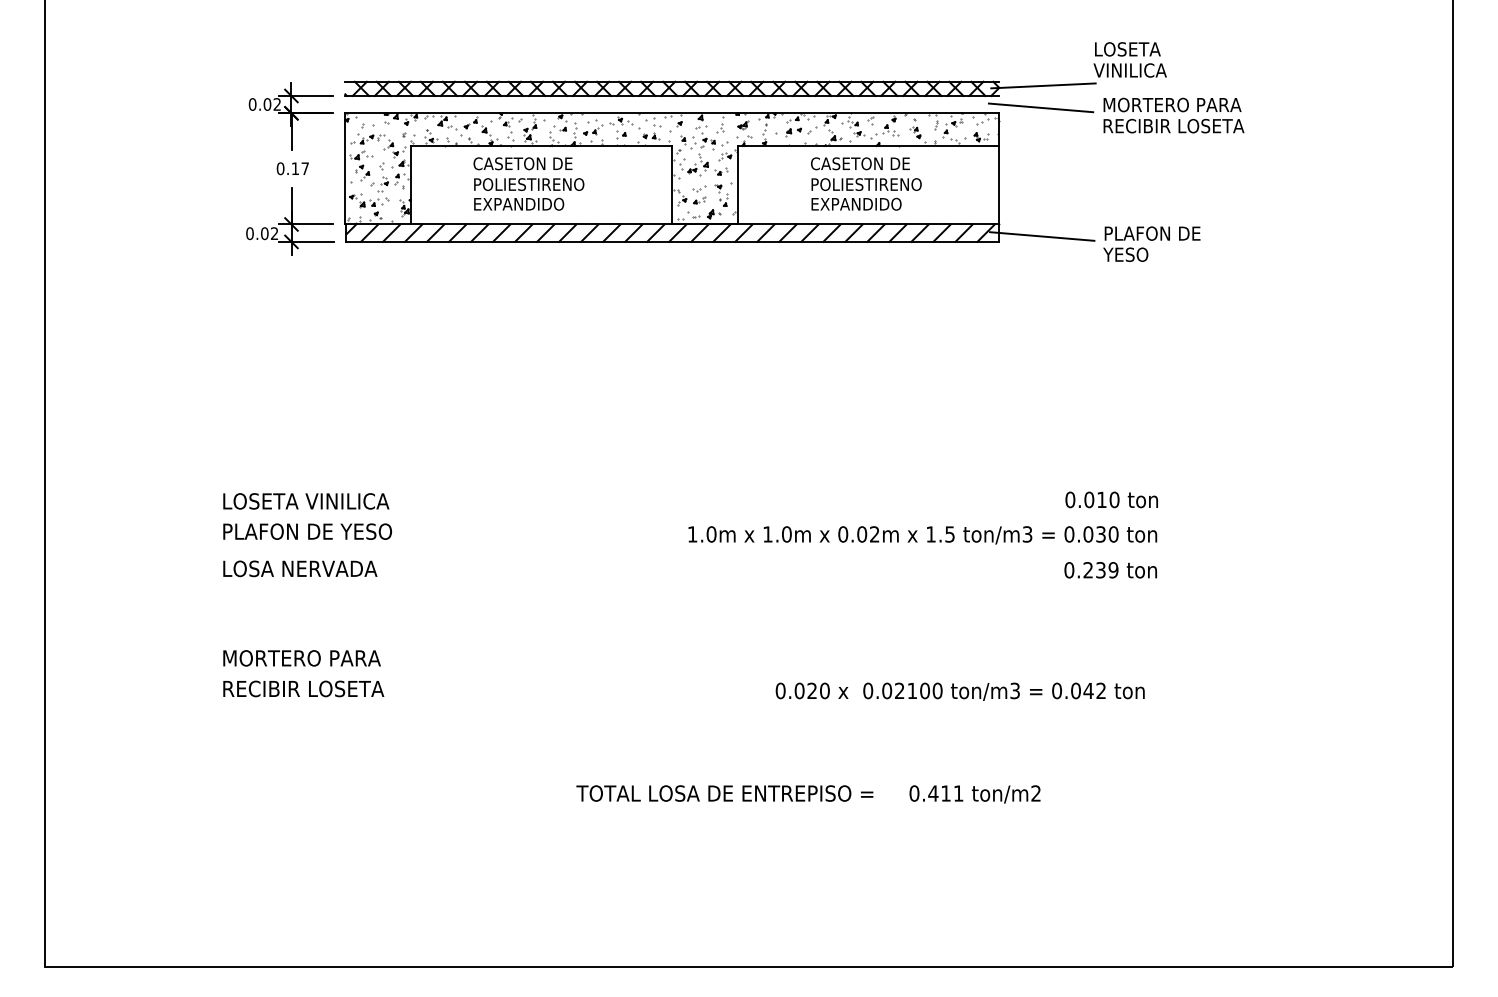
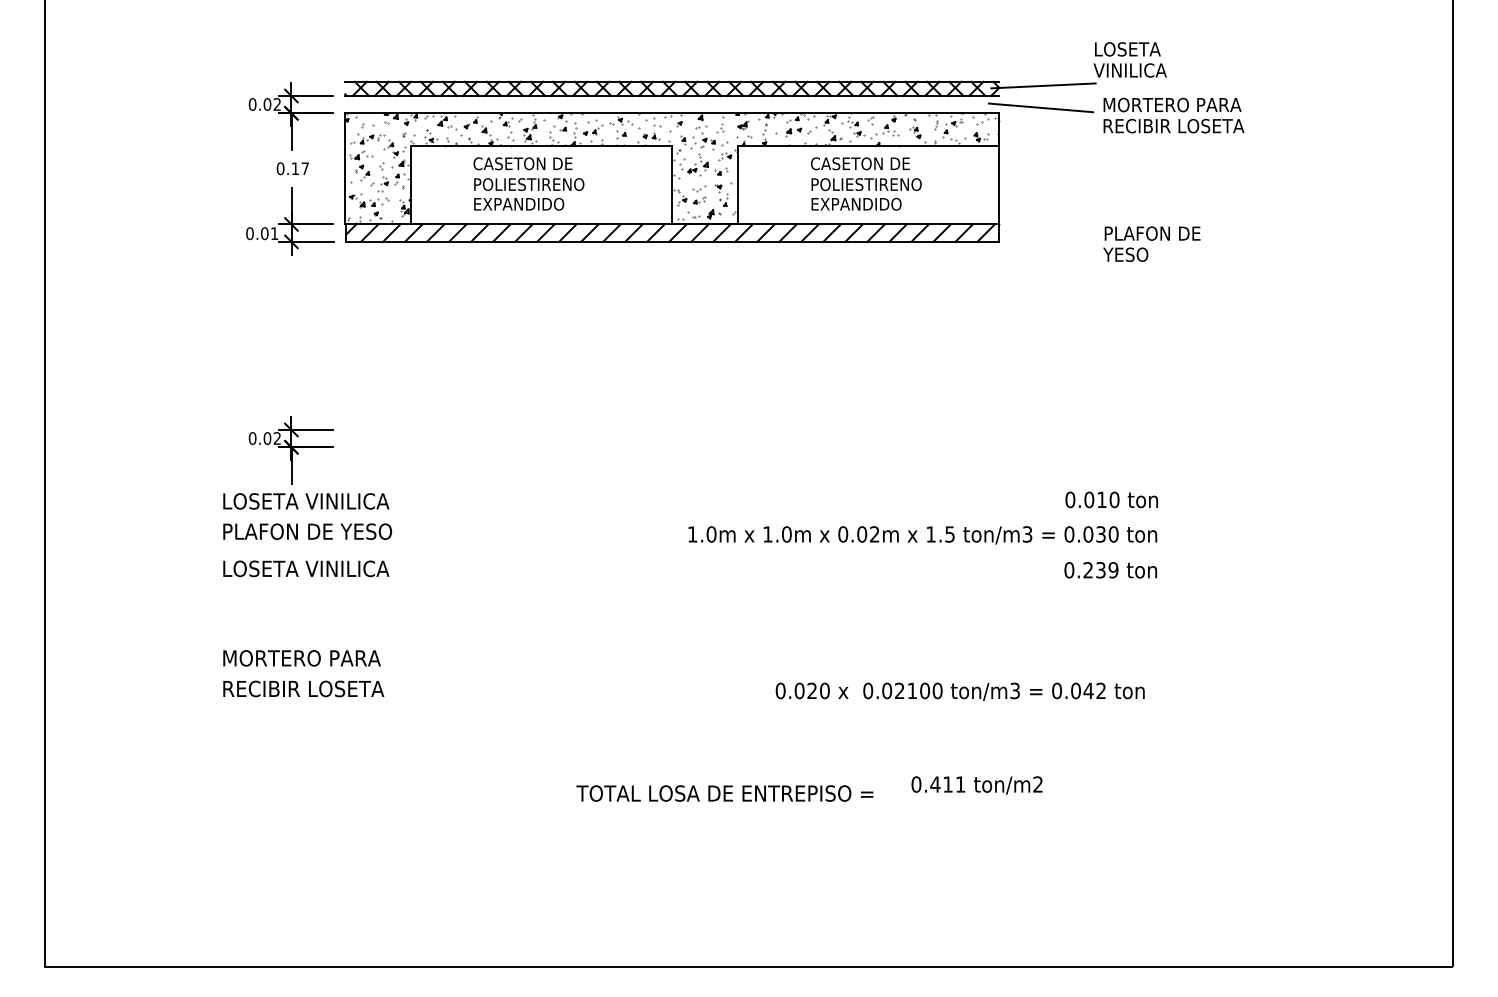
text at (274, 233): 0.02 -> 0.01
line at (1042, 236): present -> none
part at (290, 450): none -> present
text at (325, 568): LOSA NERVADA -> LOSETA VINILICA
text at (974, 794) position: (974, 794) -> (976, 785)
